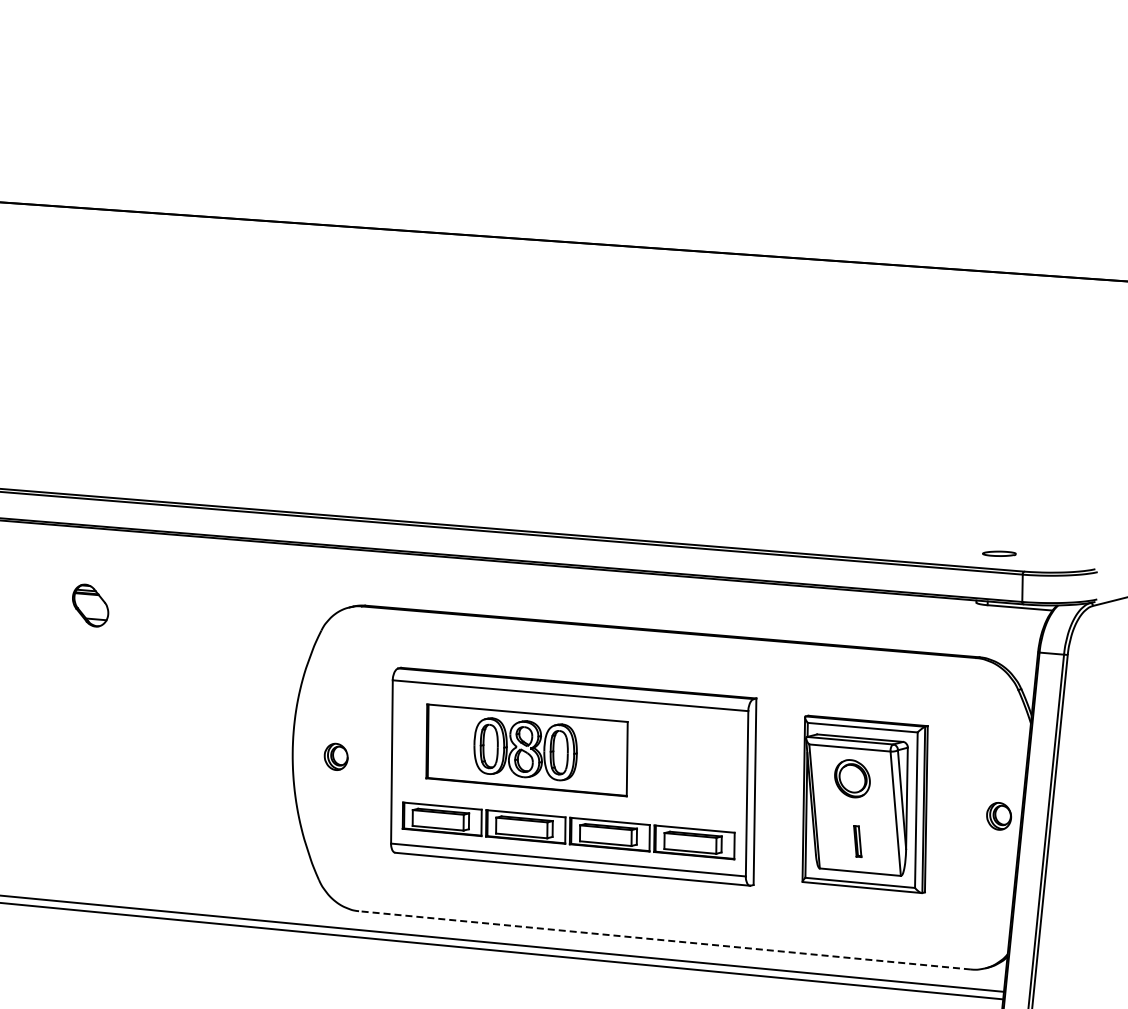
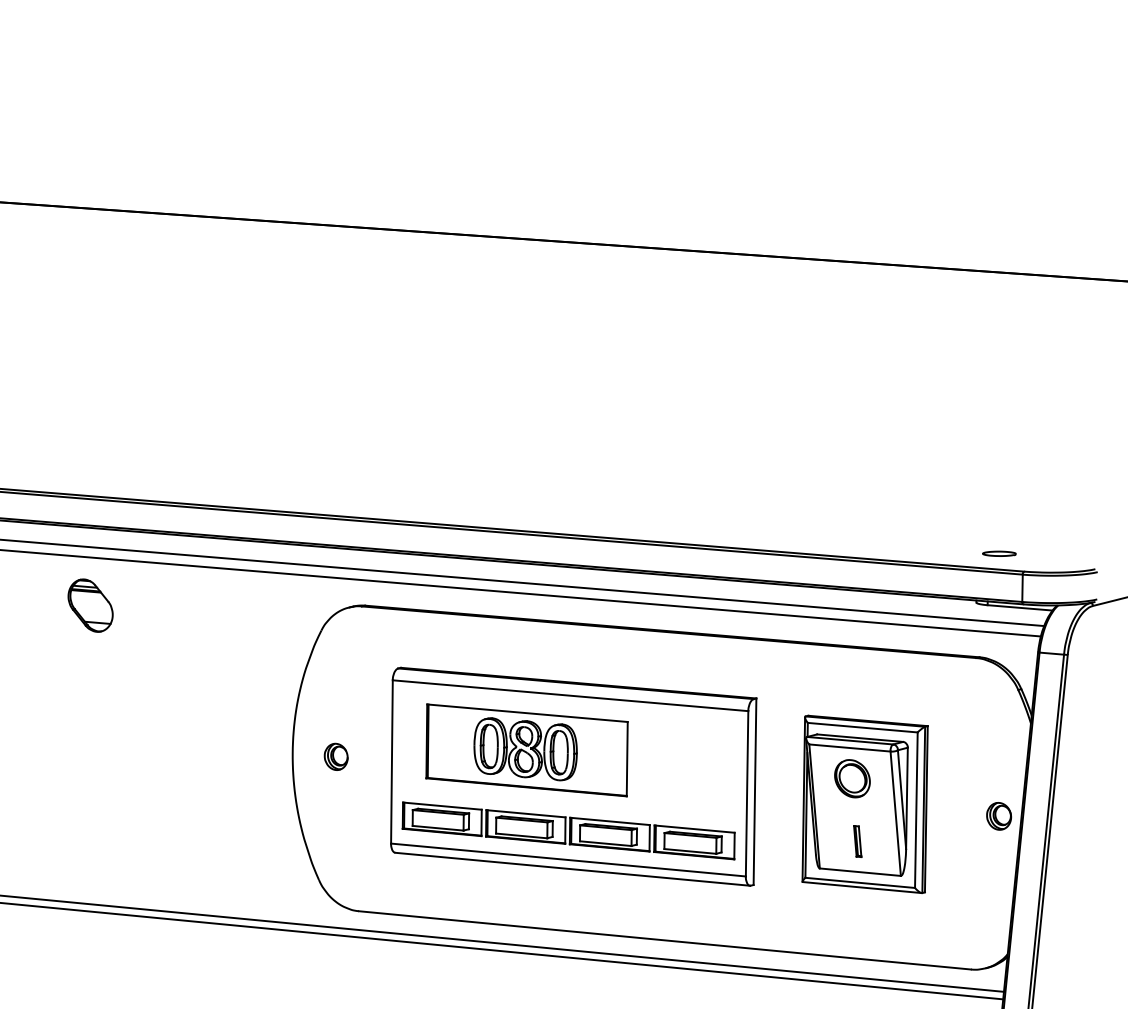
line at (523, 582): none -> present
line at (521, 593): none -> present
part at (90, 605) size: 38x45 px -> 47x55 px
line at (664, 940): dashed -> solid
